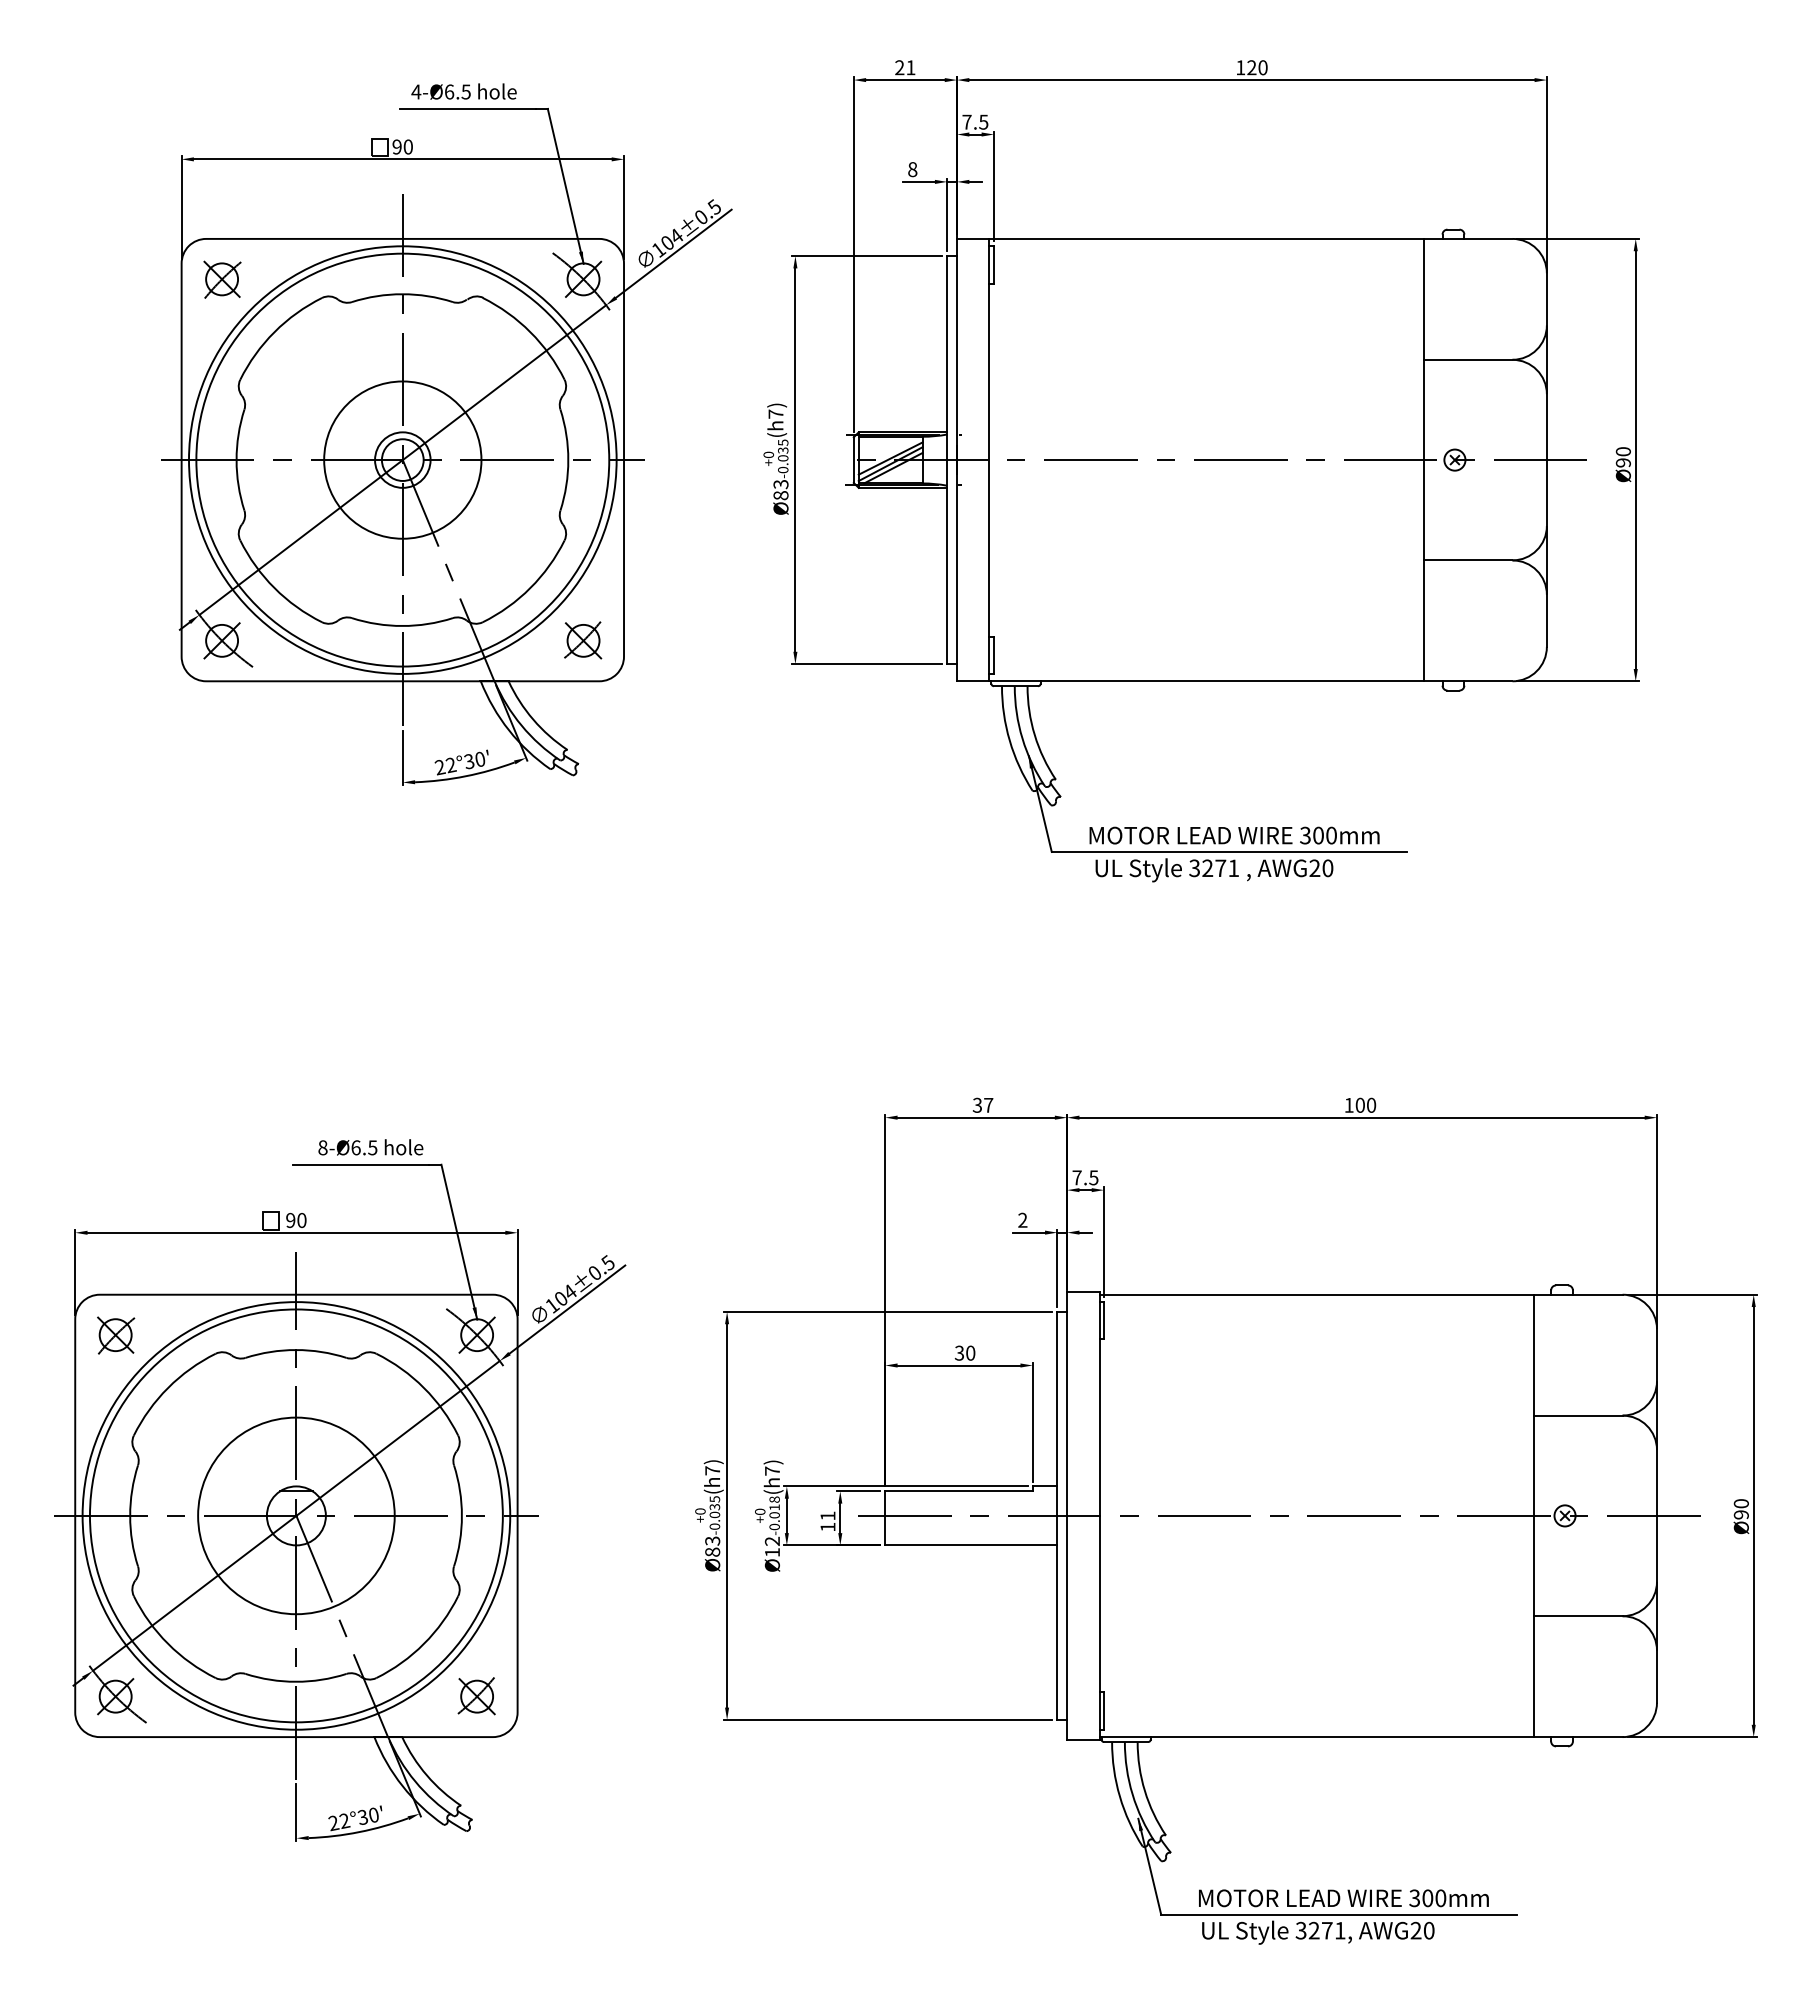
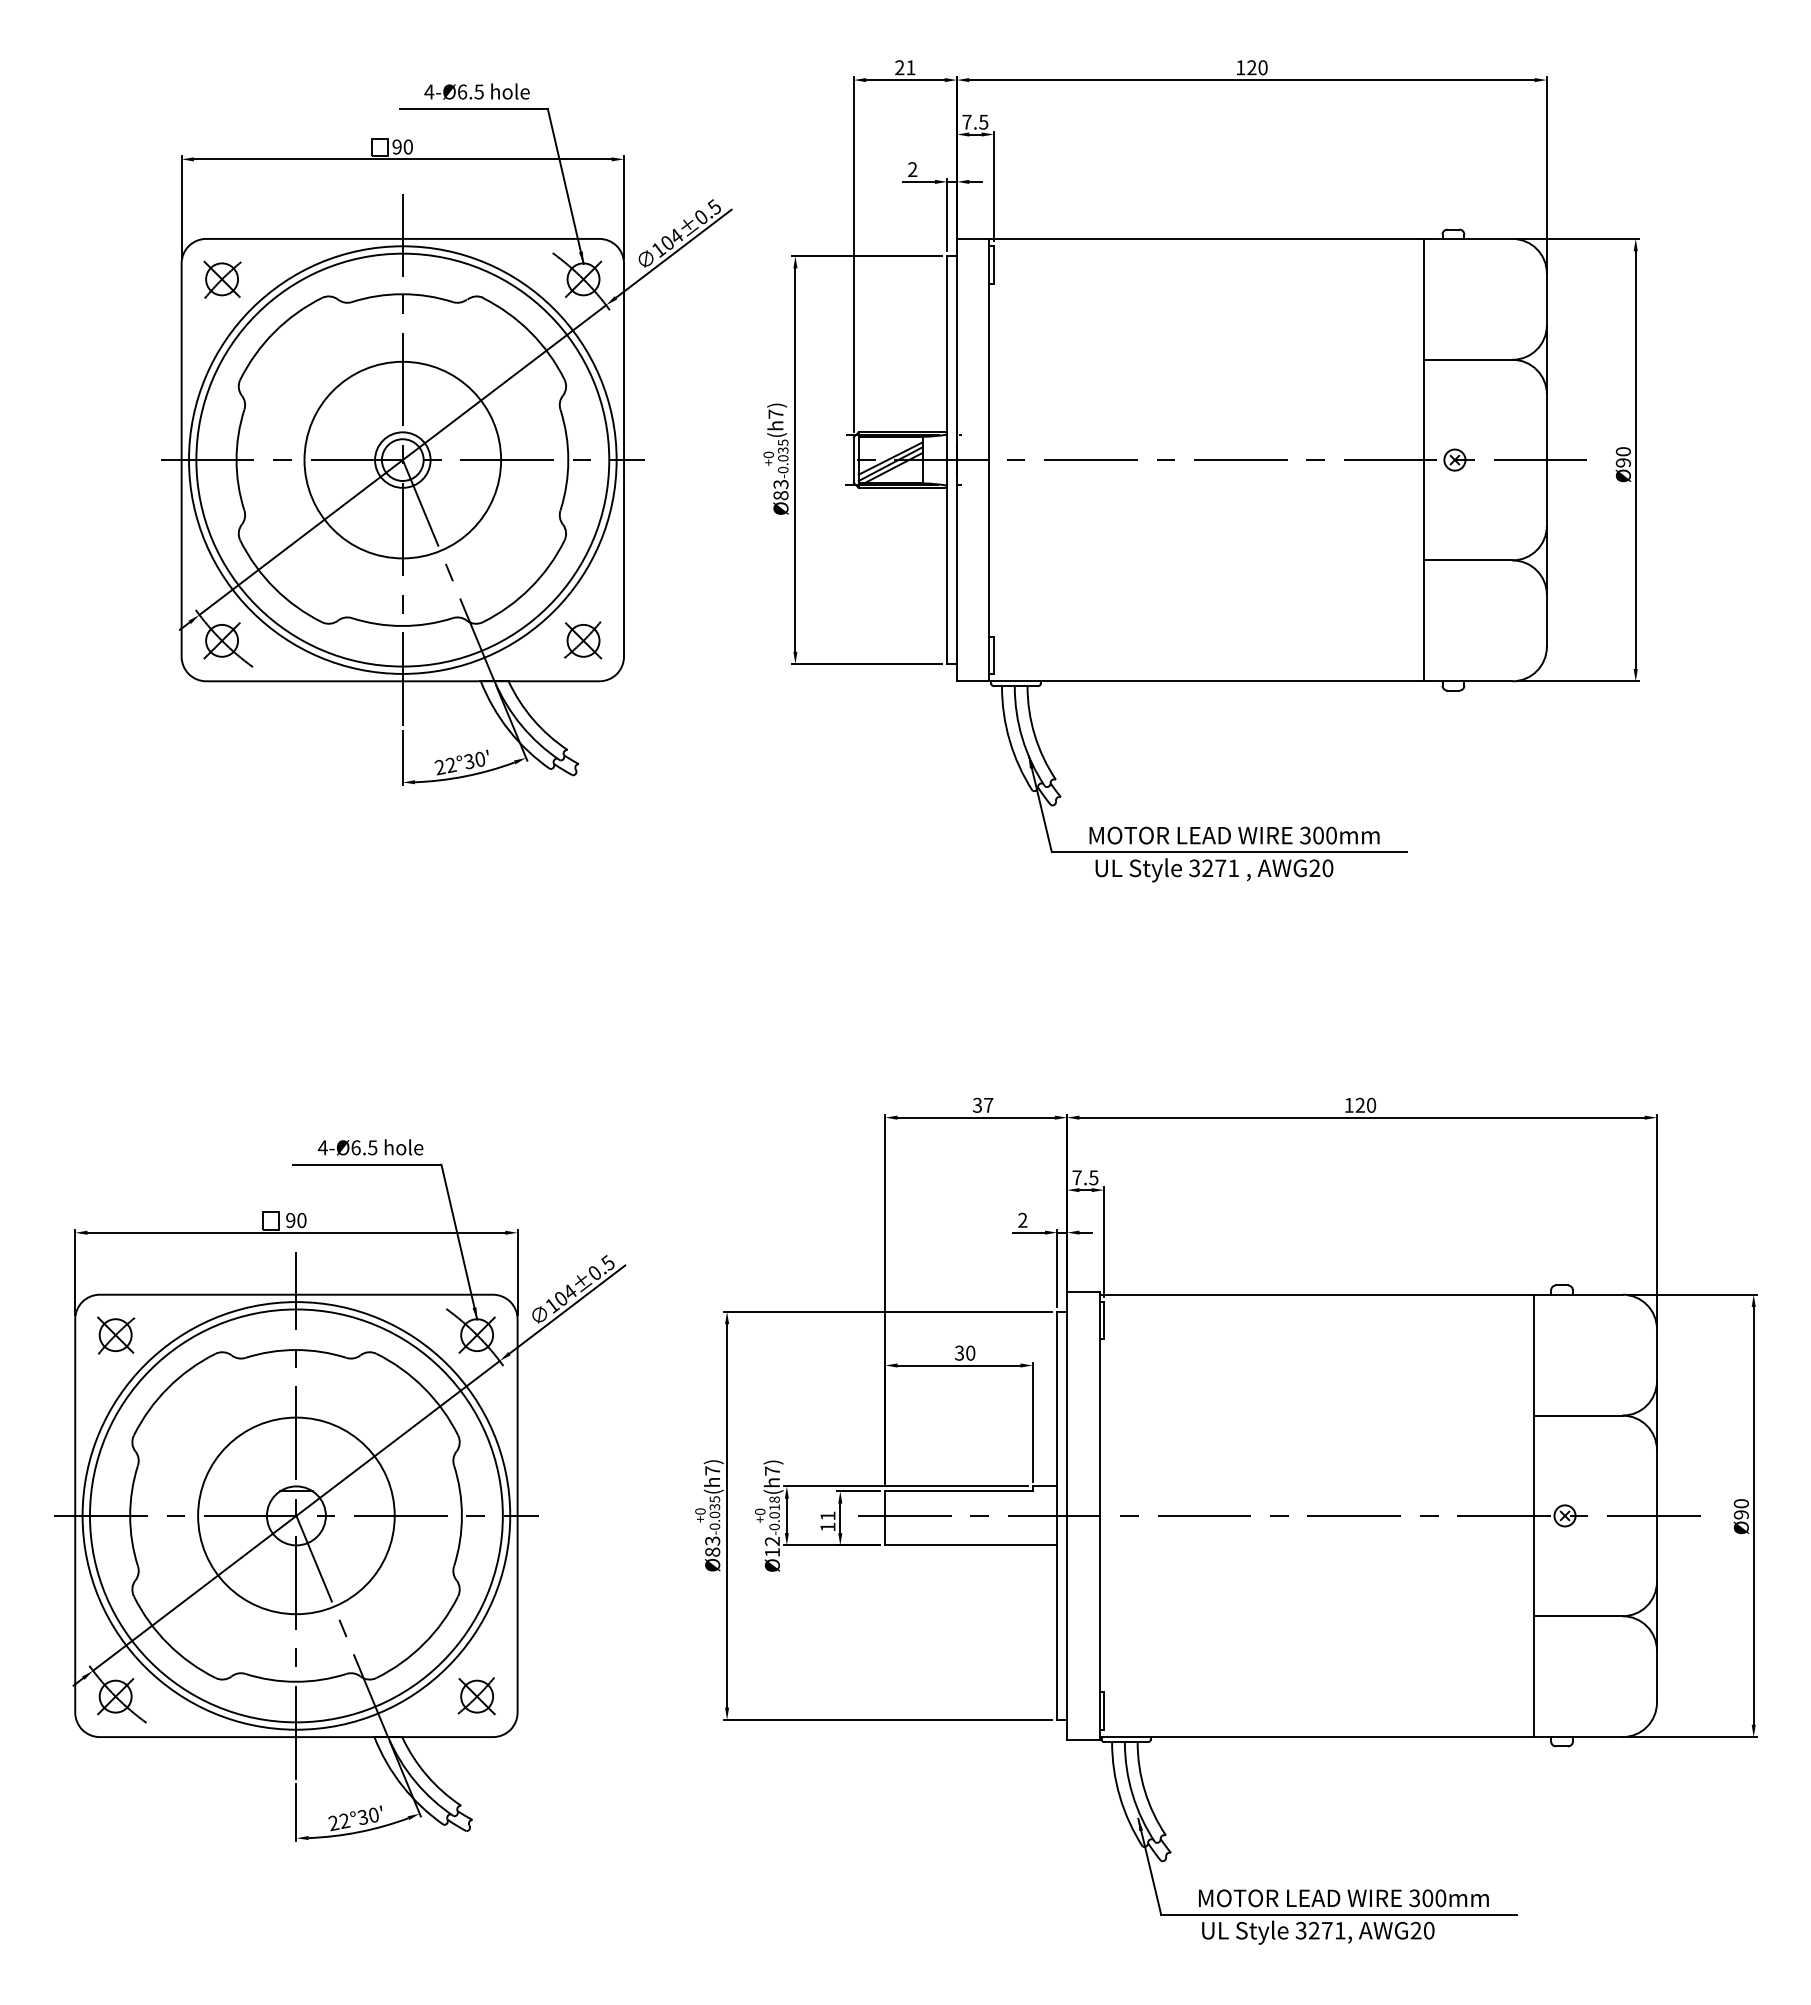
text at (463, 91) position: (463, 91) -> (476, 91)
text at (912, 169): 8 -> 2
circle at (402, 459) diameter: 157 px -> 197 px
text at (1359, 1105): 100 -> 120
text at (322, 1147): 8-Ø6.5 -> 4-Ø6.5
